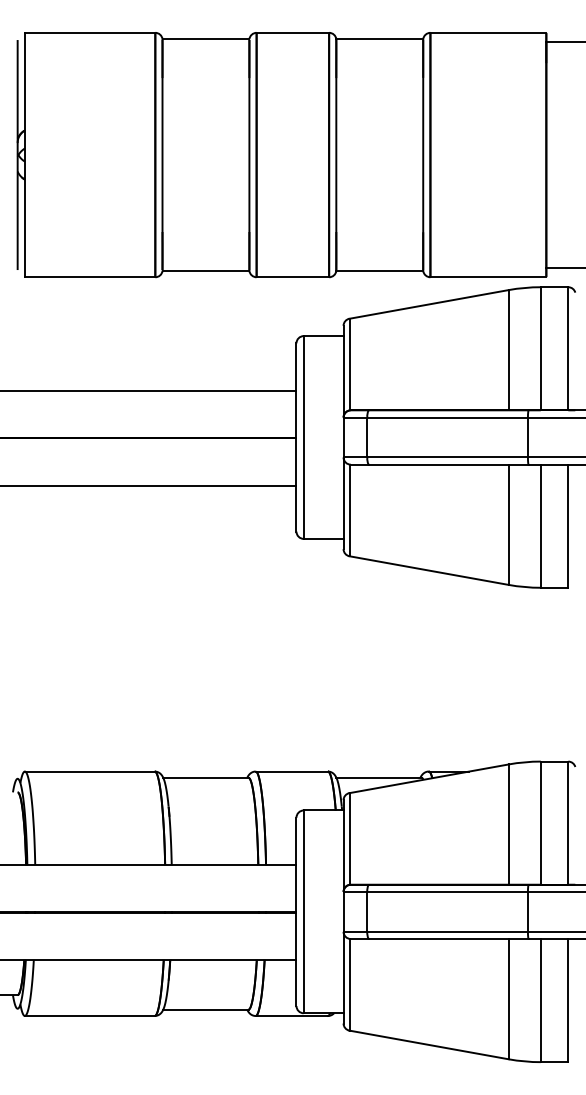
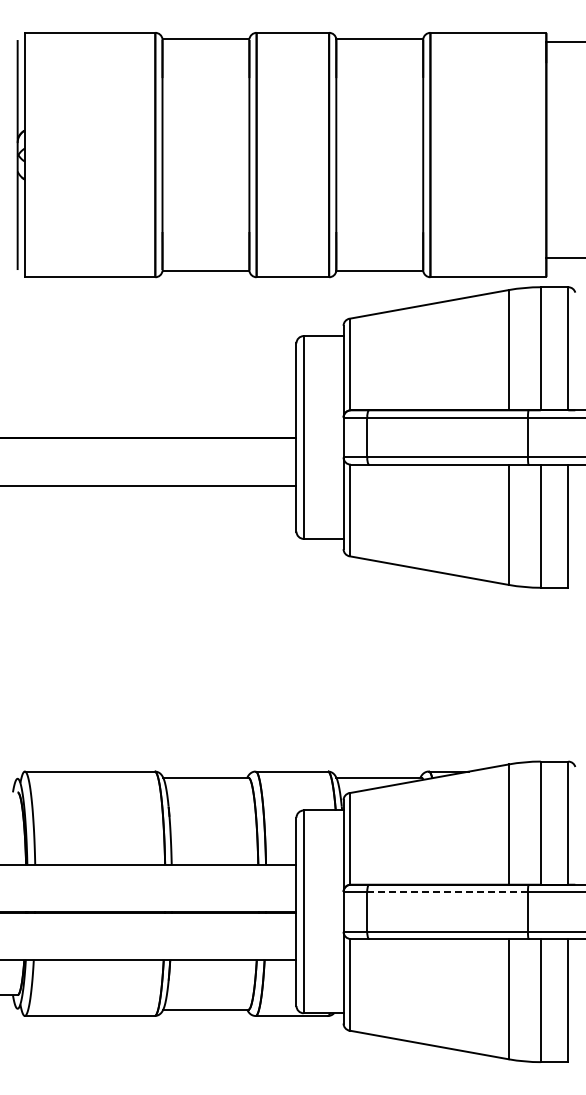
line at (564, 268) position: (564, 268) -> (564, 258)
line at (149, 390): present -> none
line at (447, 891): solid -> dashed
